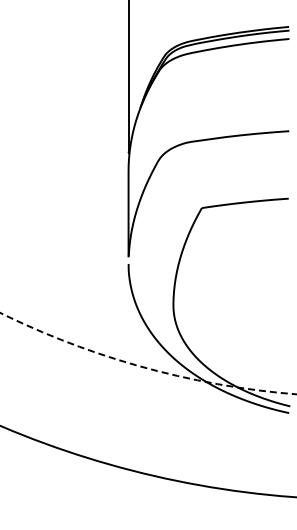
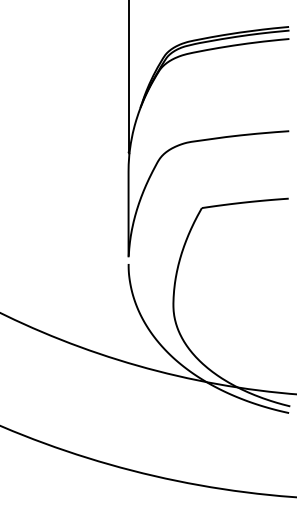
circle at (148, 353): dashed -> solid
